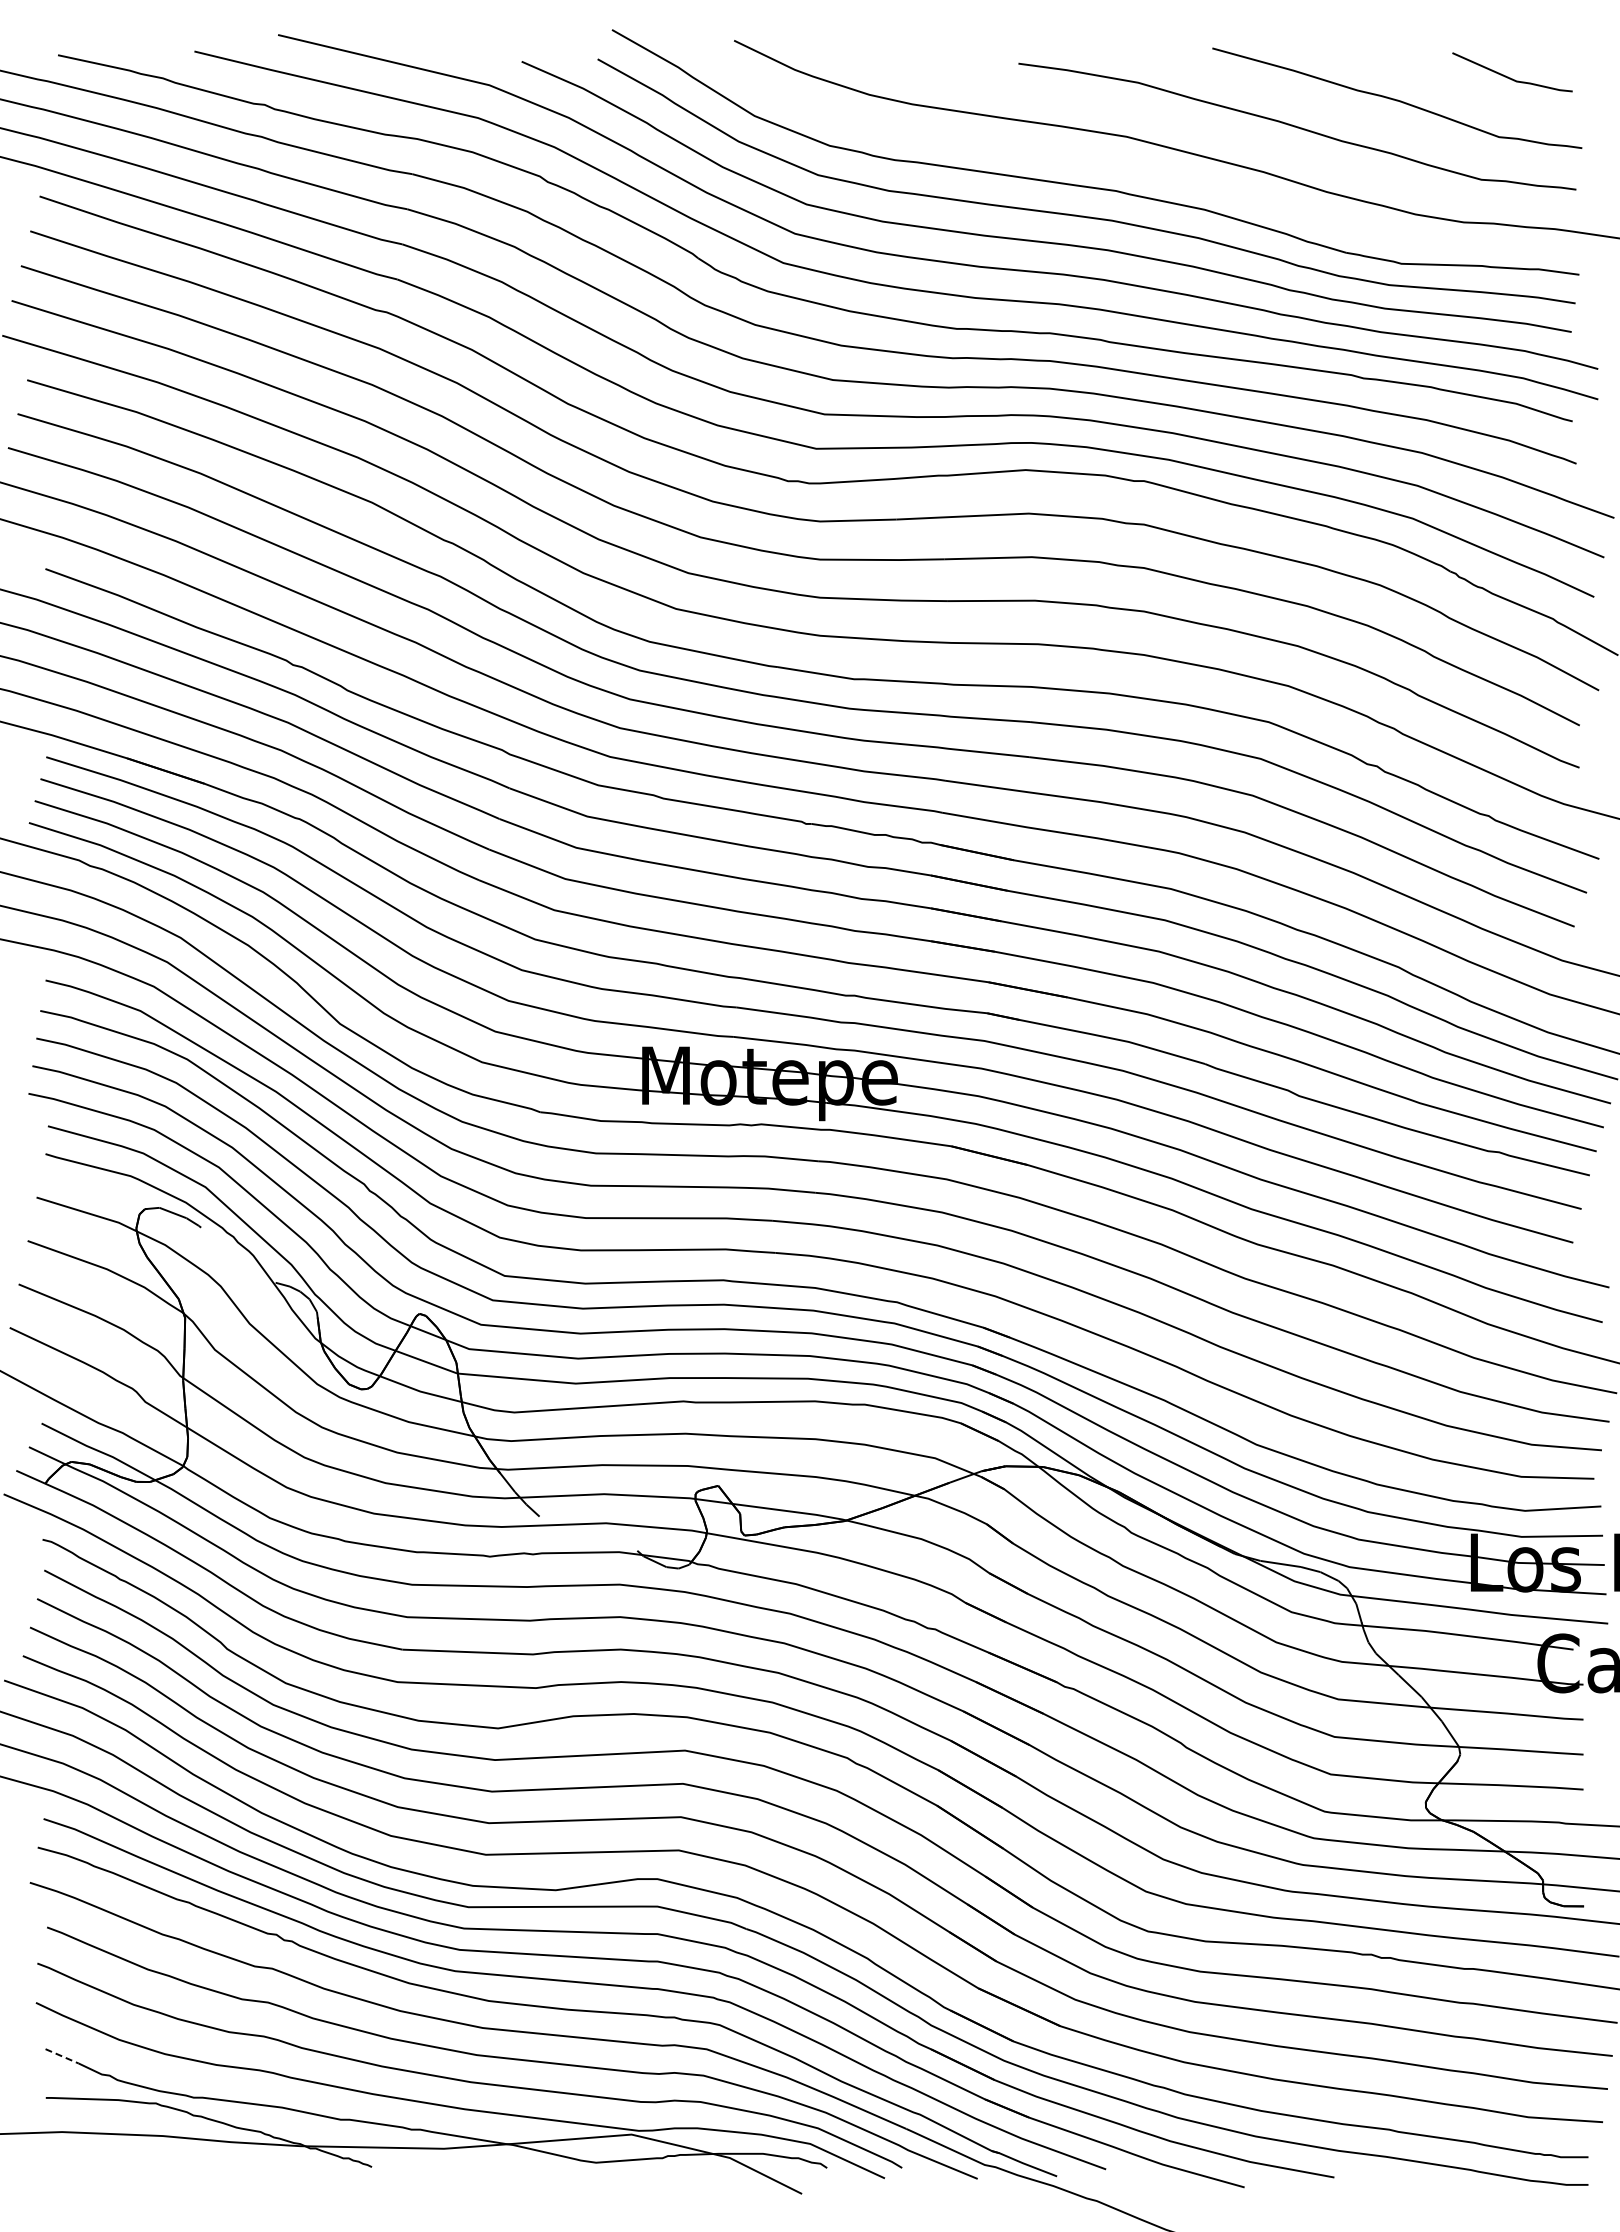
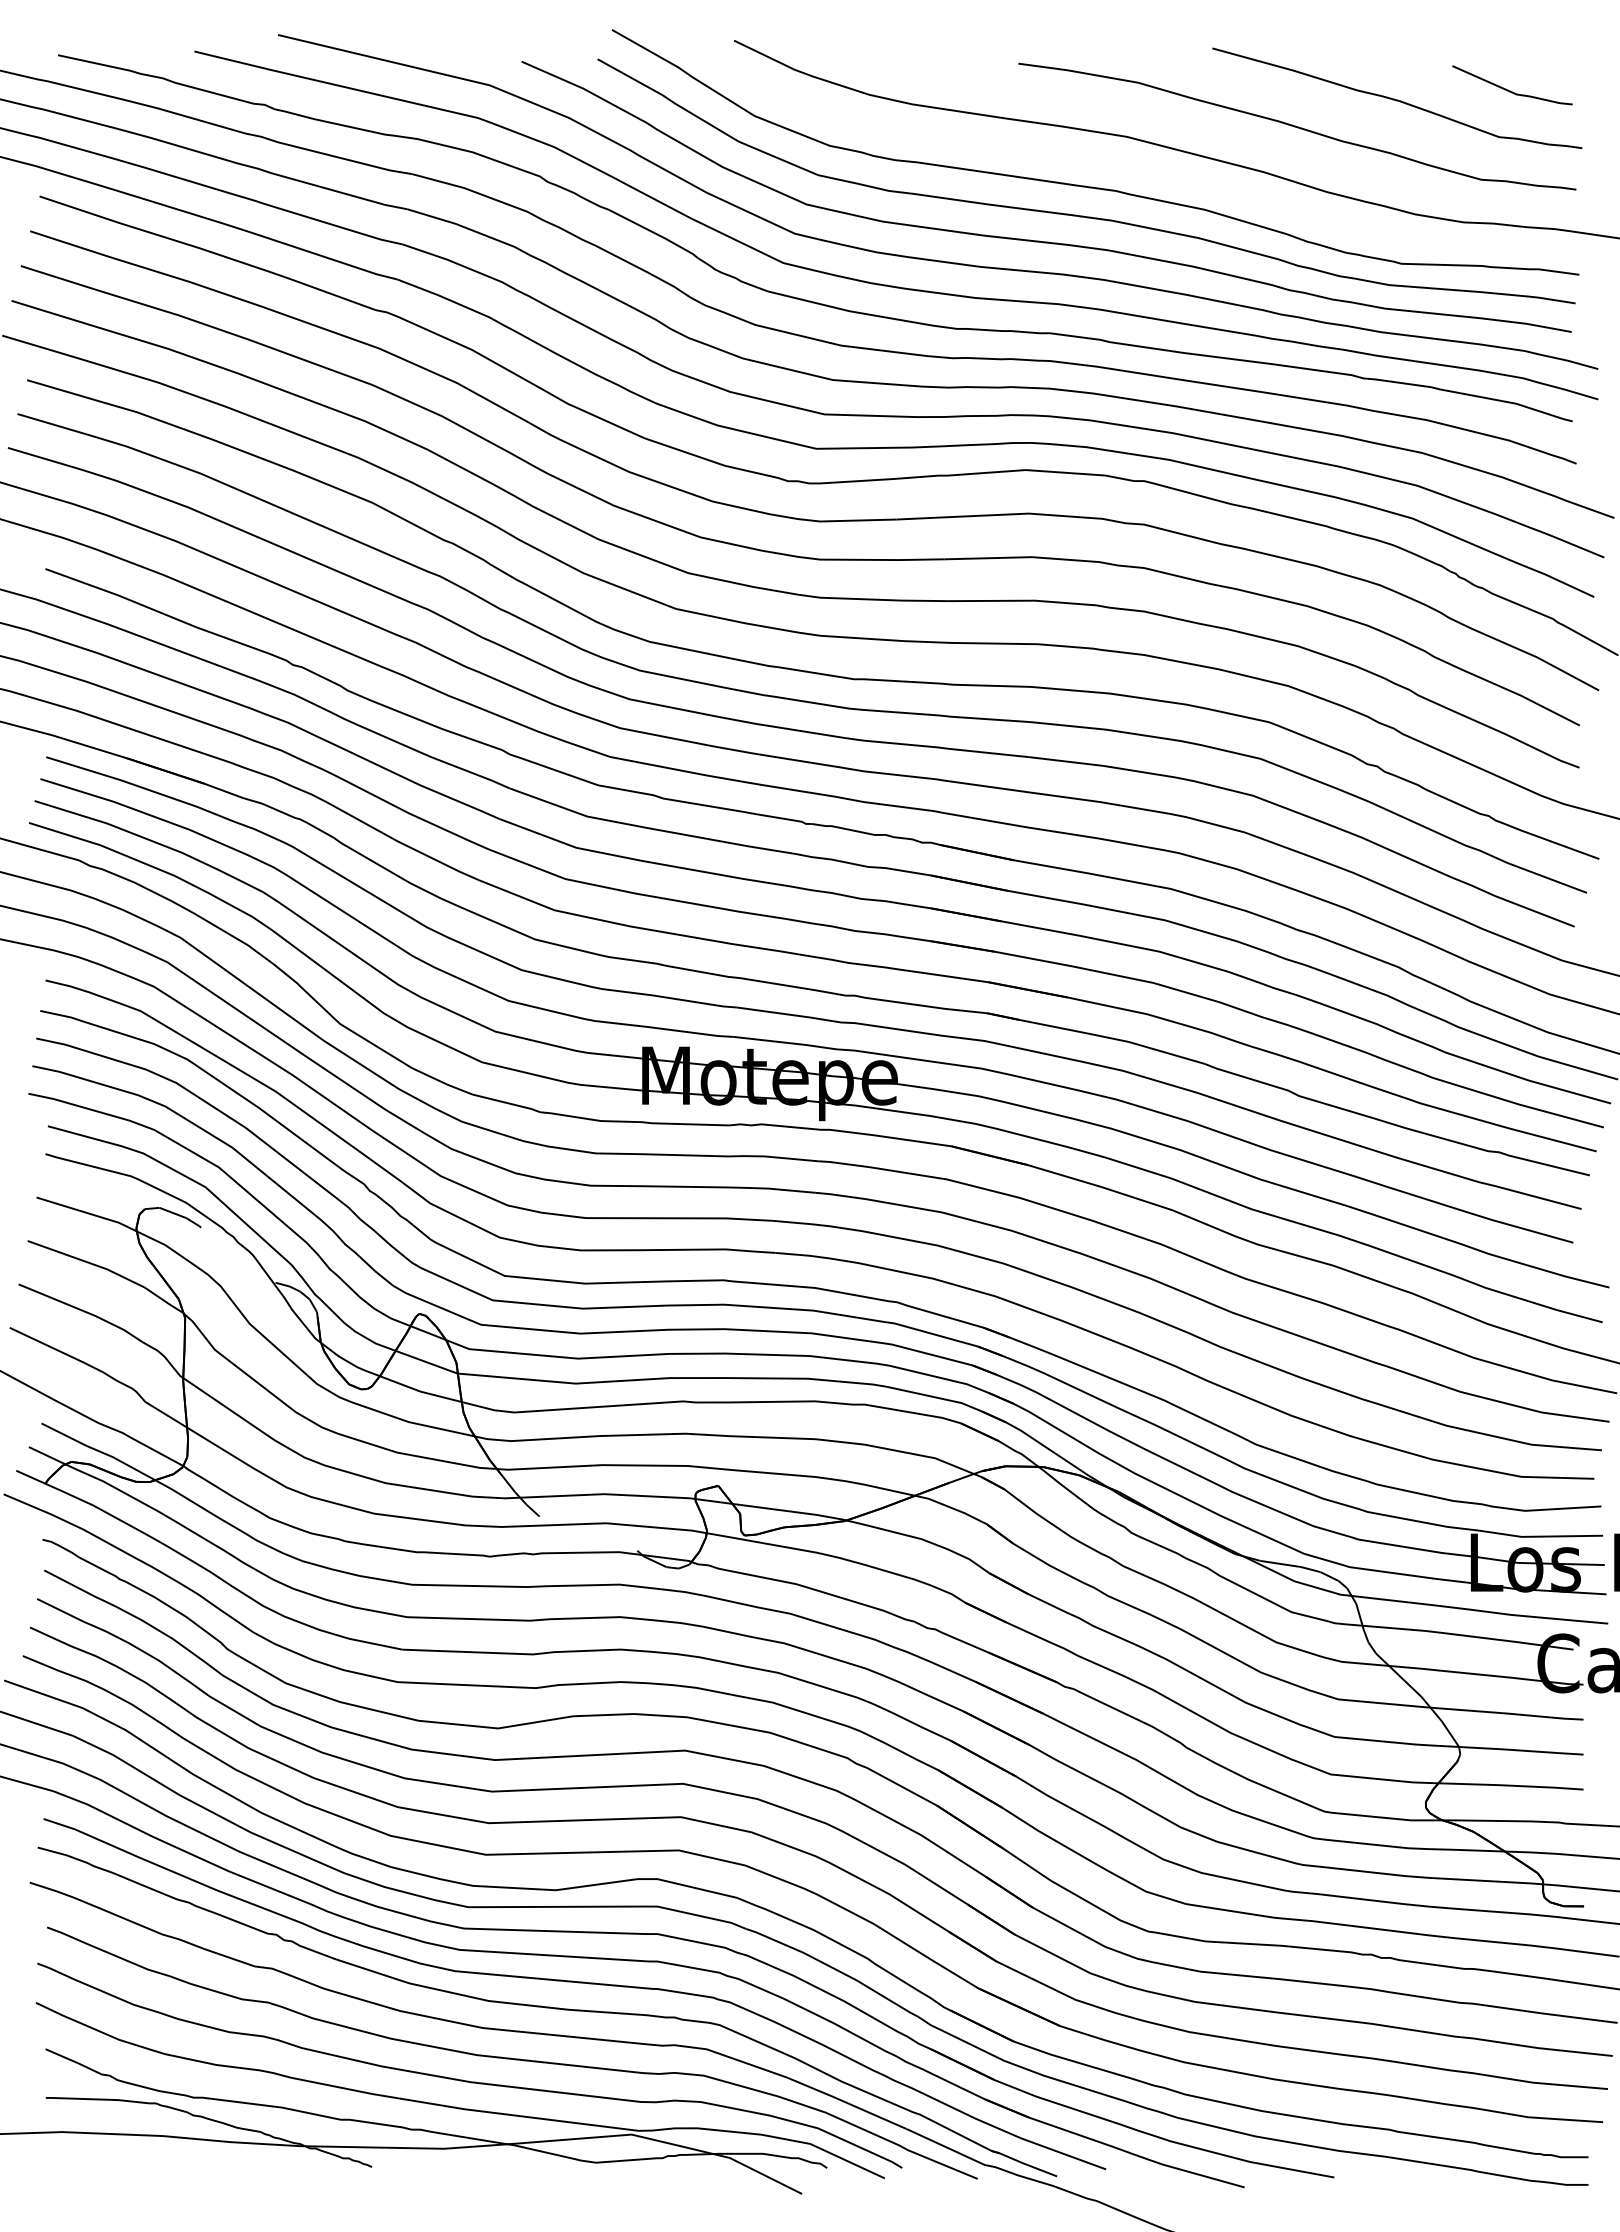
line at (1510, 77) position: (1510, 77) -> (1510, 90)
line at (62, 2056): dashed -> solid
